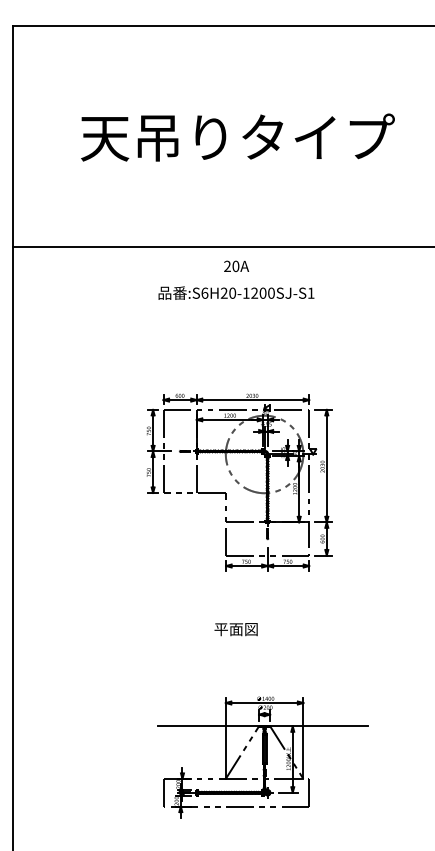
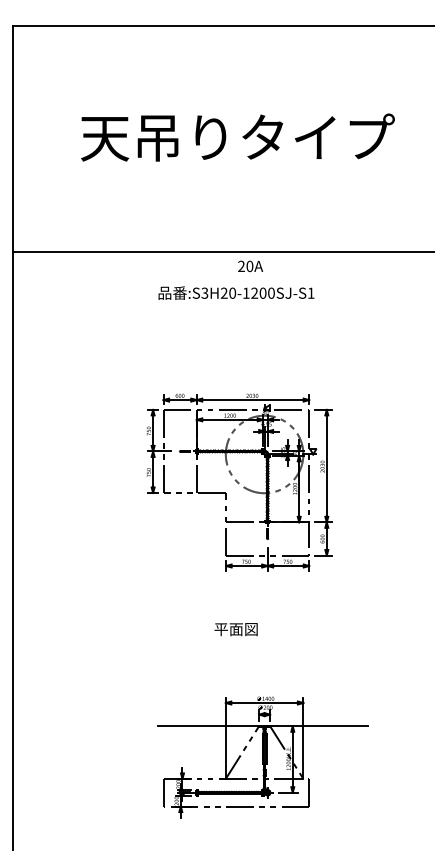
line at (222, 247) position: (222, 247) -> (222, 252)
text at (236, 265) position: (236, 265) -> (250, 265)
text at (204, 292): :S6H20-1200SJ-S1 -> :S3H20-1200SJ-S1
